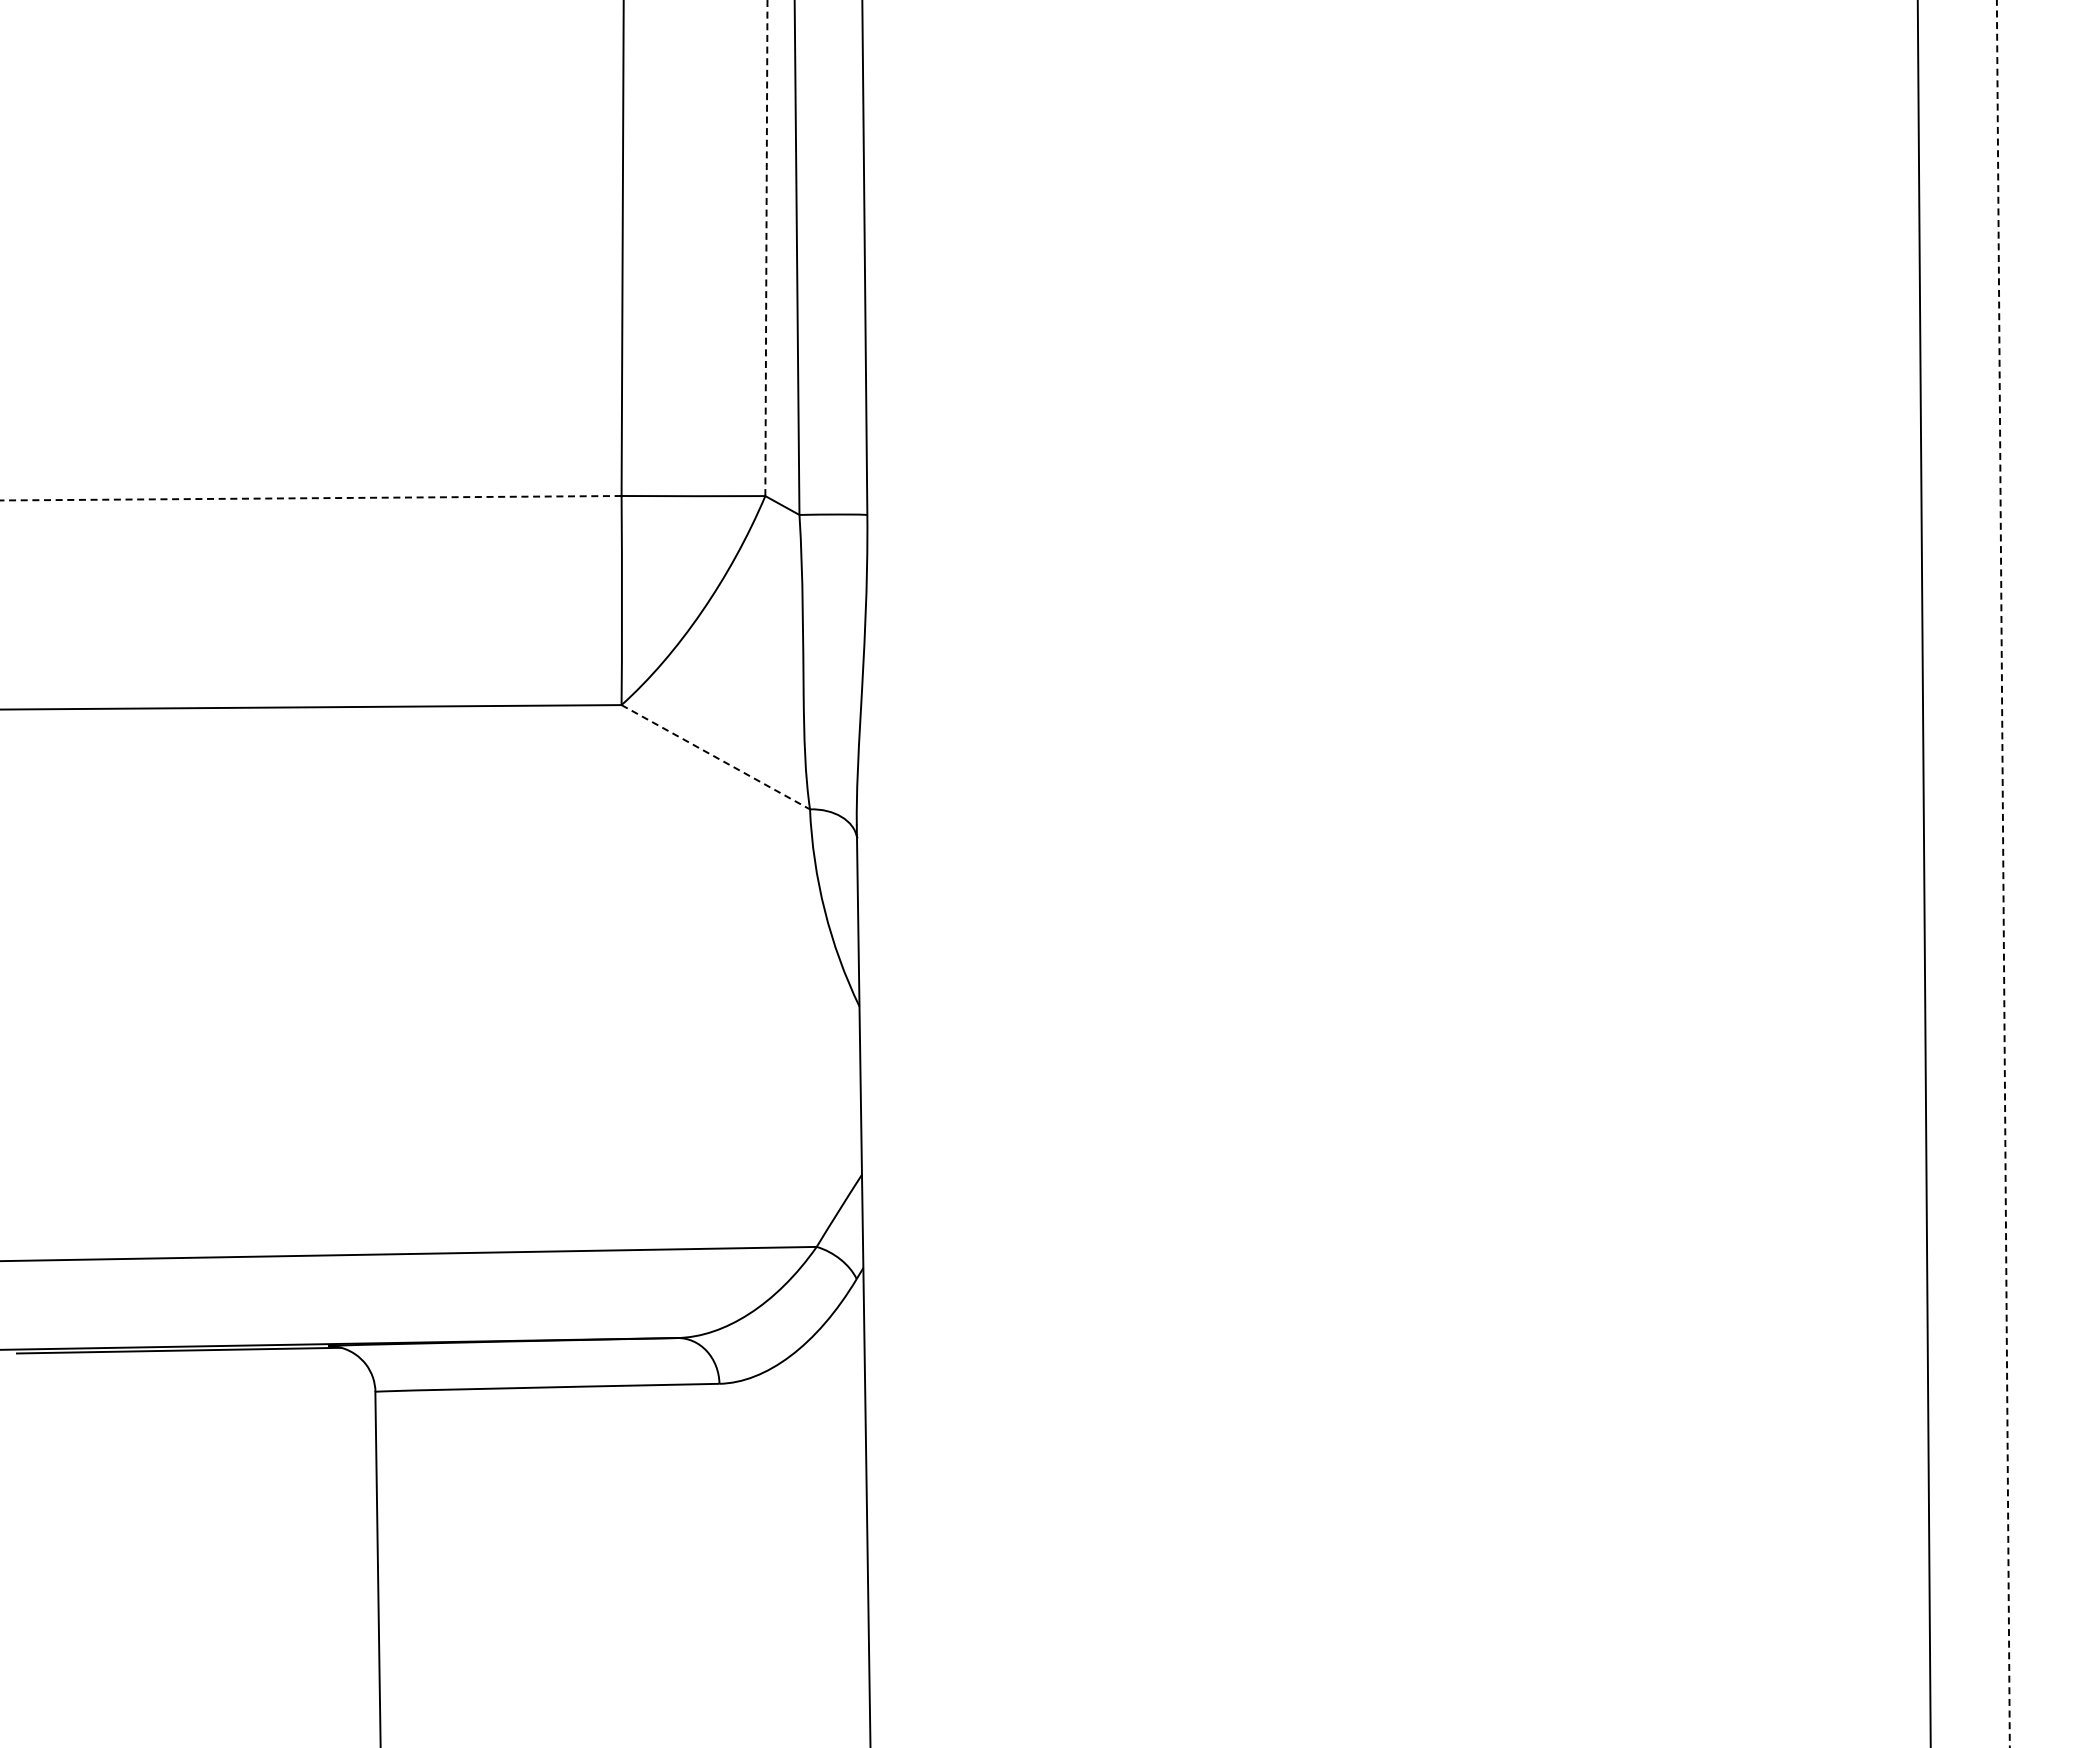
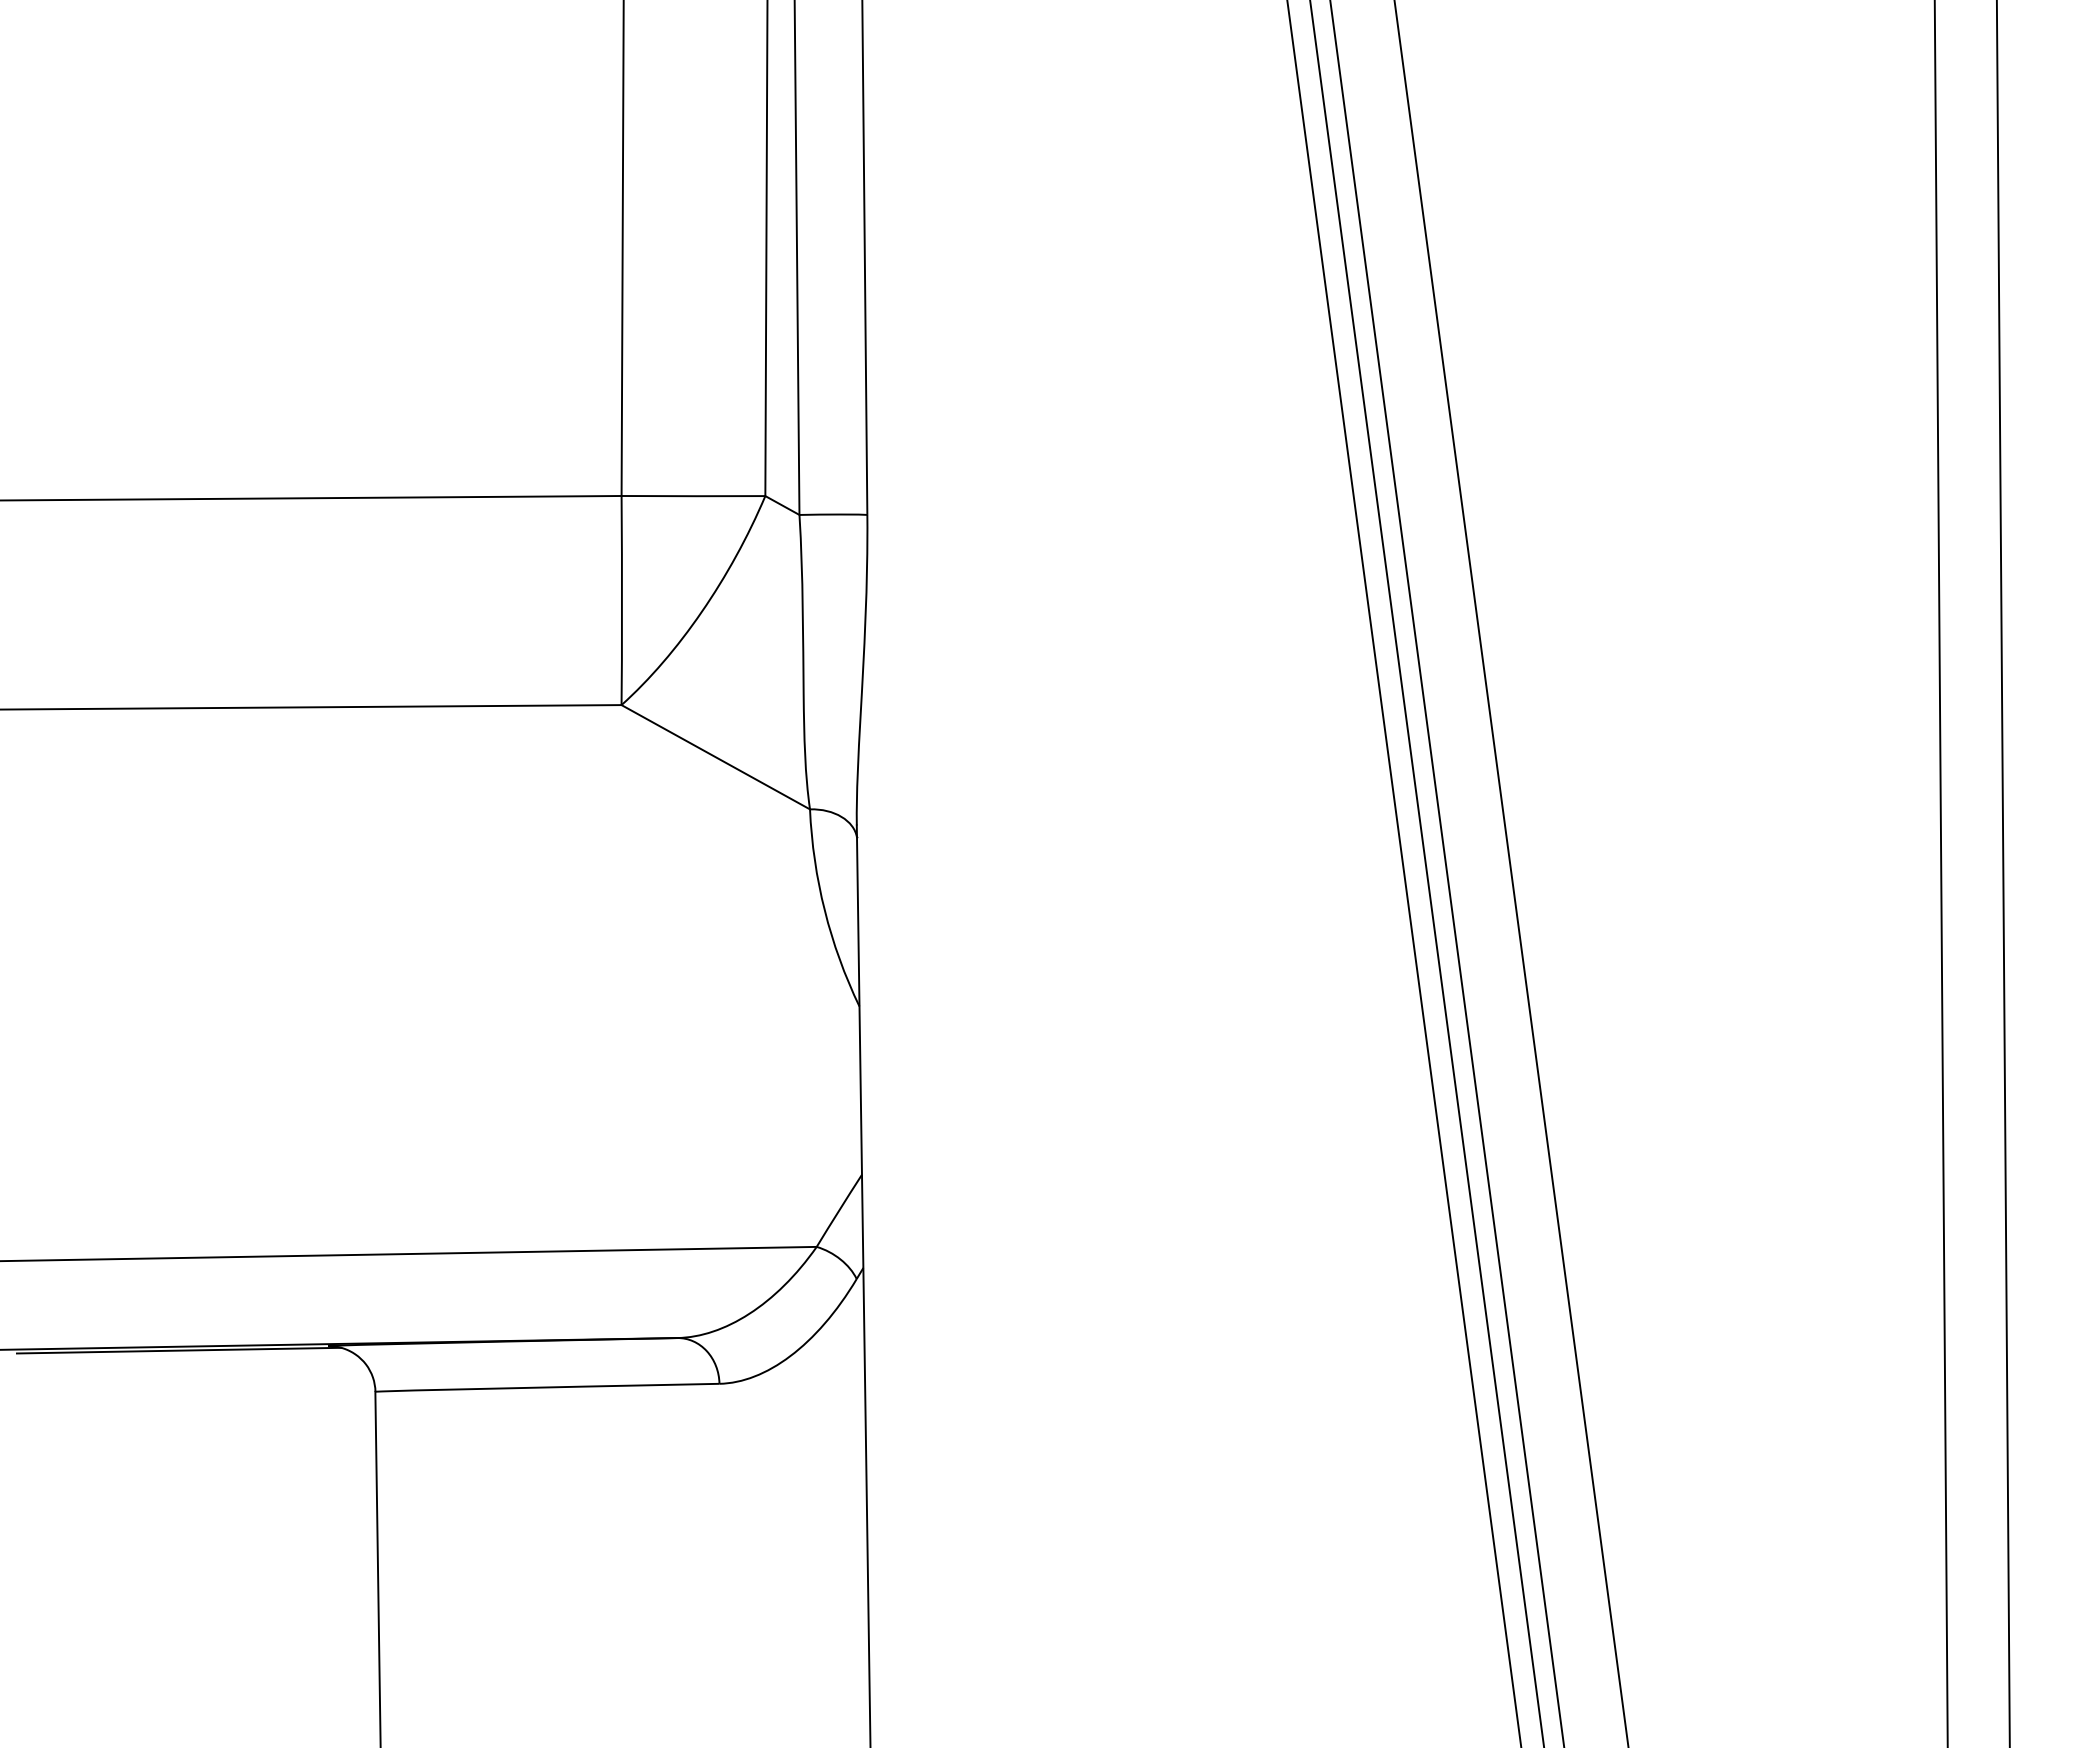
line at (766, 248): dashed -> solid
line at (310, 498): dashed -> solid
line at (715, 757): dashed -> solid
line at (1403, 873): none -> present
line at (1426, 873): none -> present
line at (1446, 873): none -> present
line at (1511, 873): none -> present
line at (1923, 873) position: (1923, 873) -> (1940, 873)
line at (2003, 873): dashed -> solid
